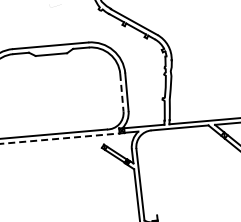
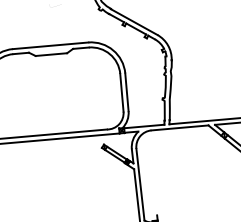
line at (121, 92): dashed -> solid
line at (62, 138): dashed -> solid
